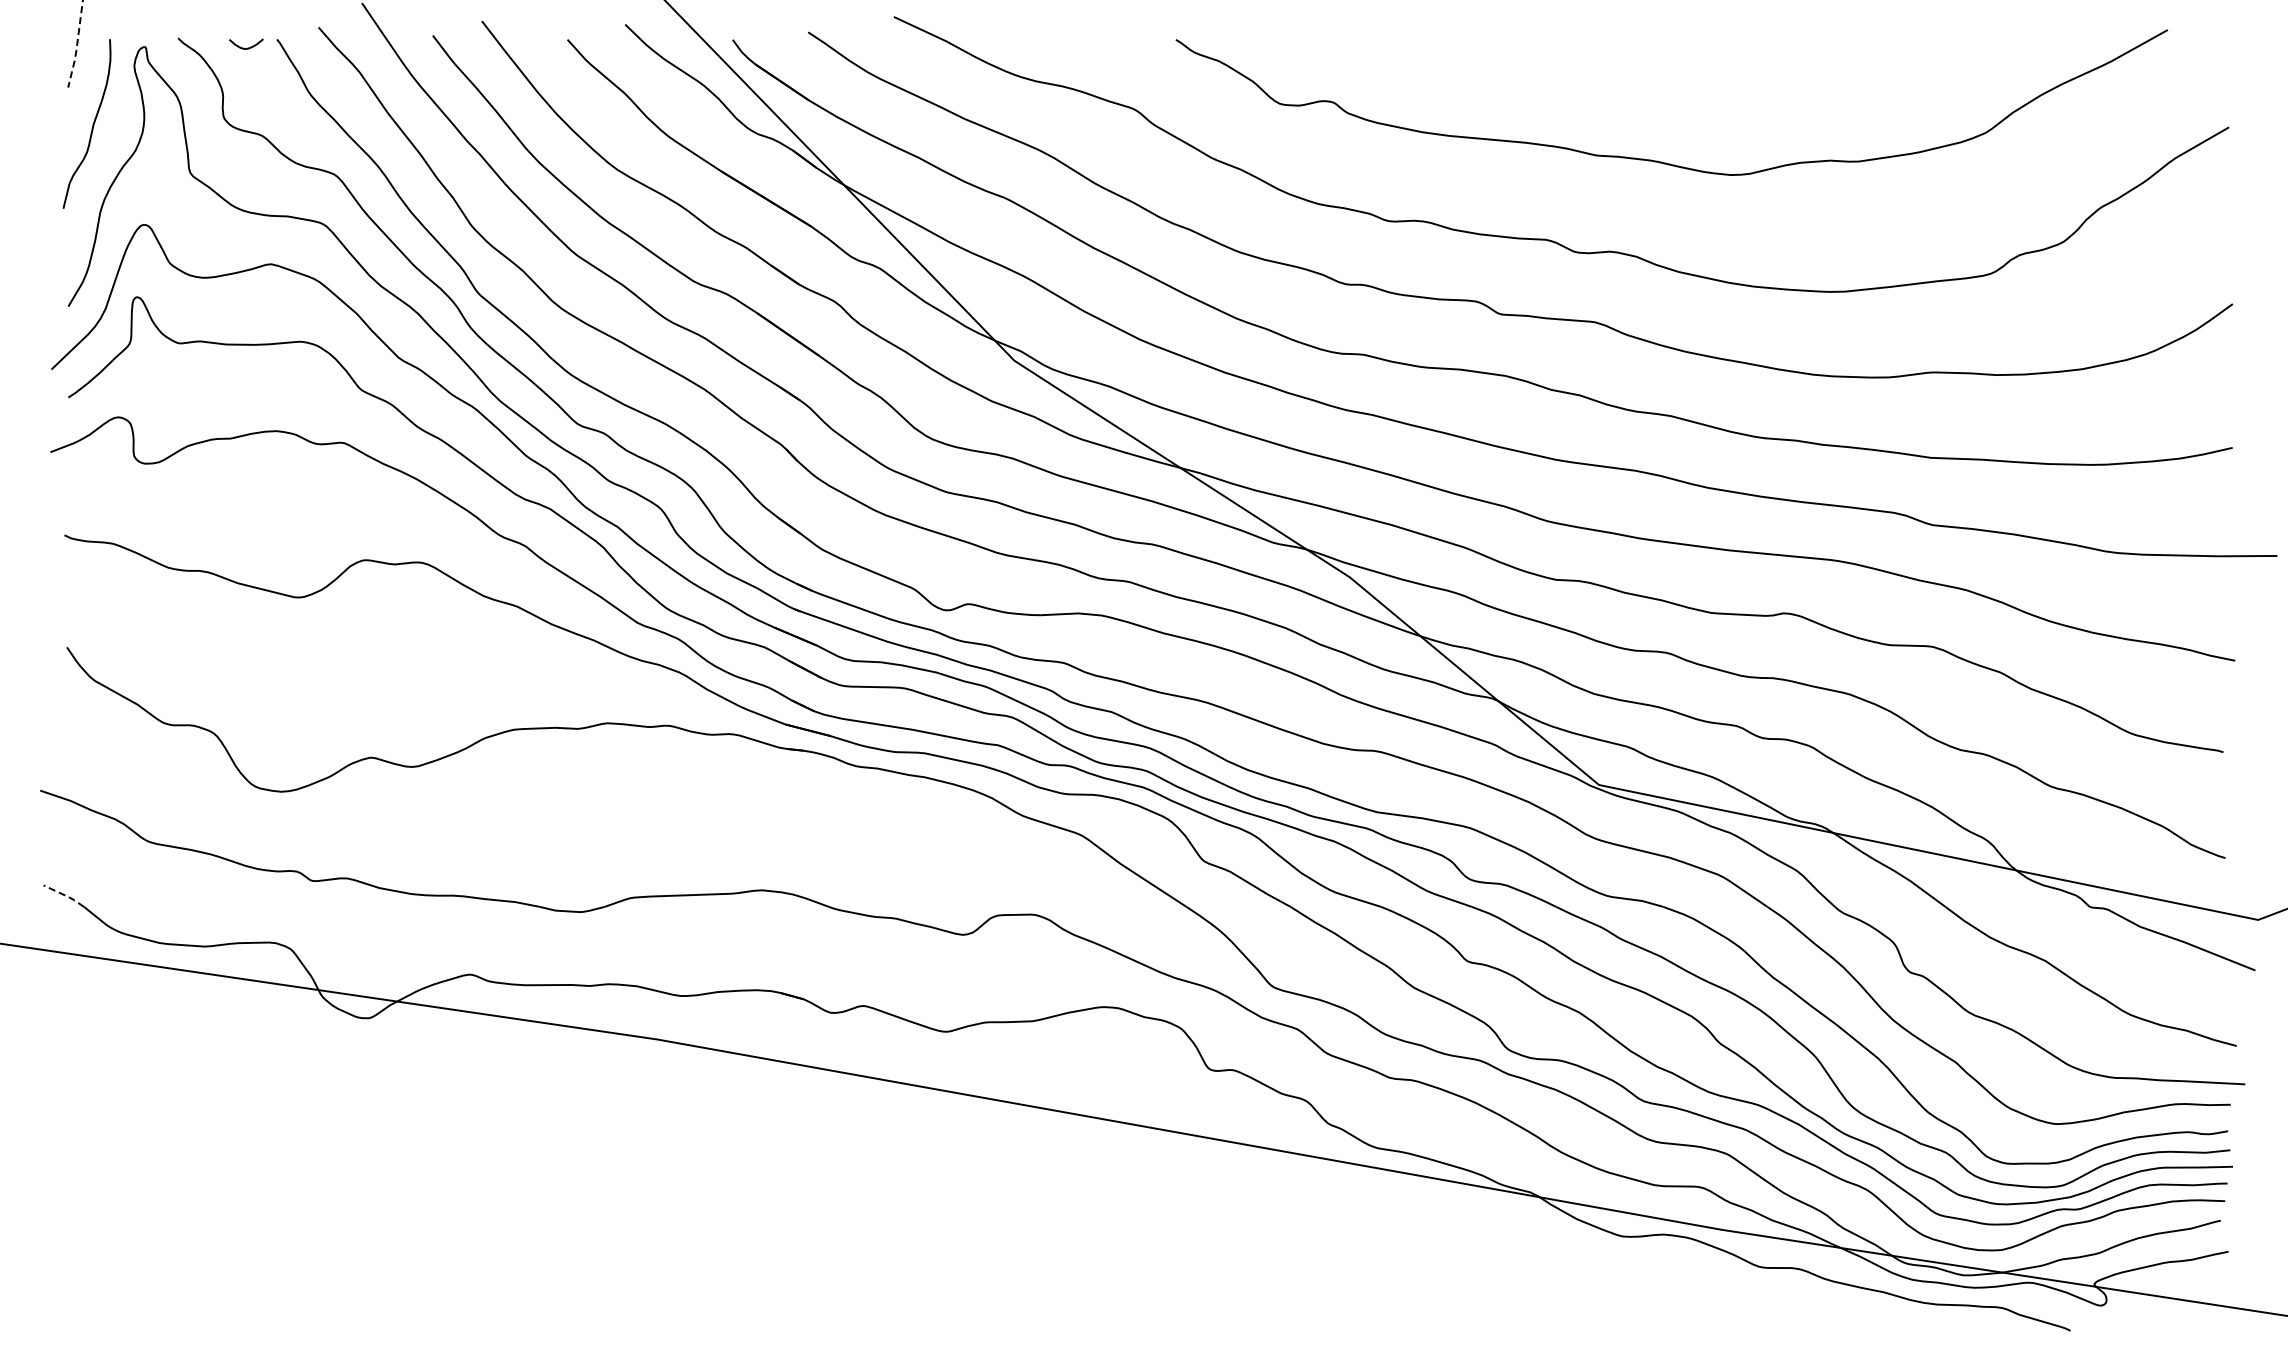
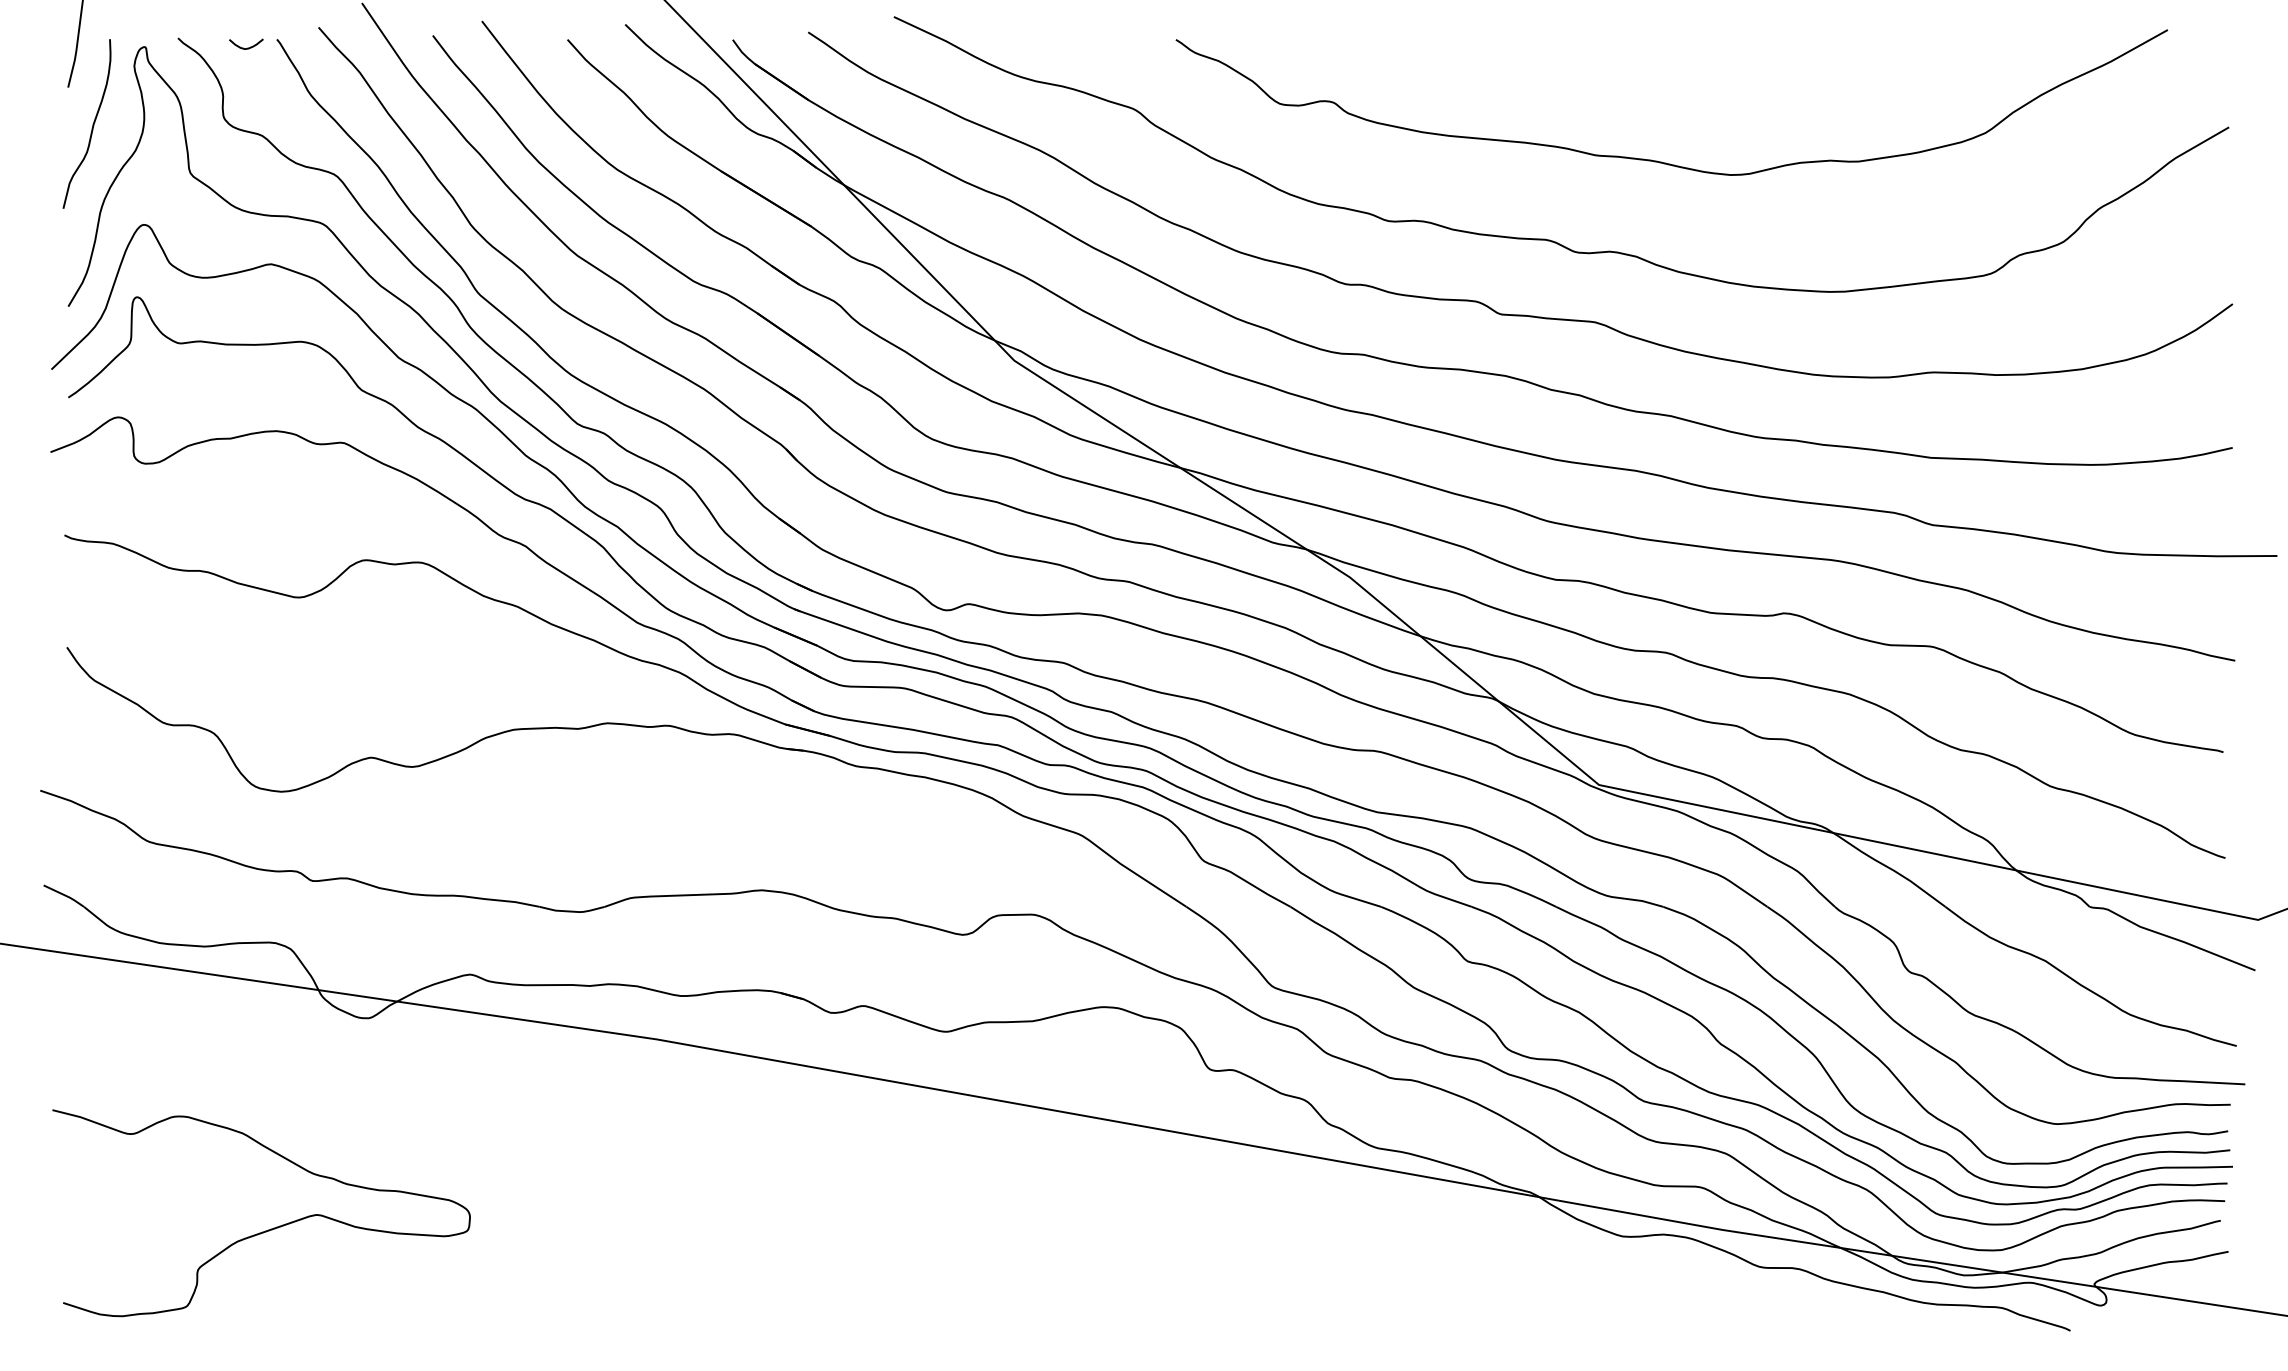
line at (77, 45): dashed -> solid
line at (65, 895): dashed -> solid
curve at (268, 1229): none -> present
